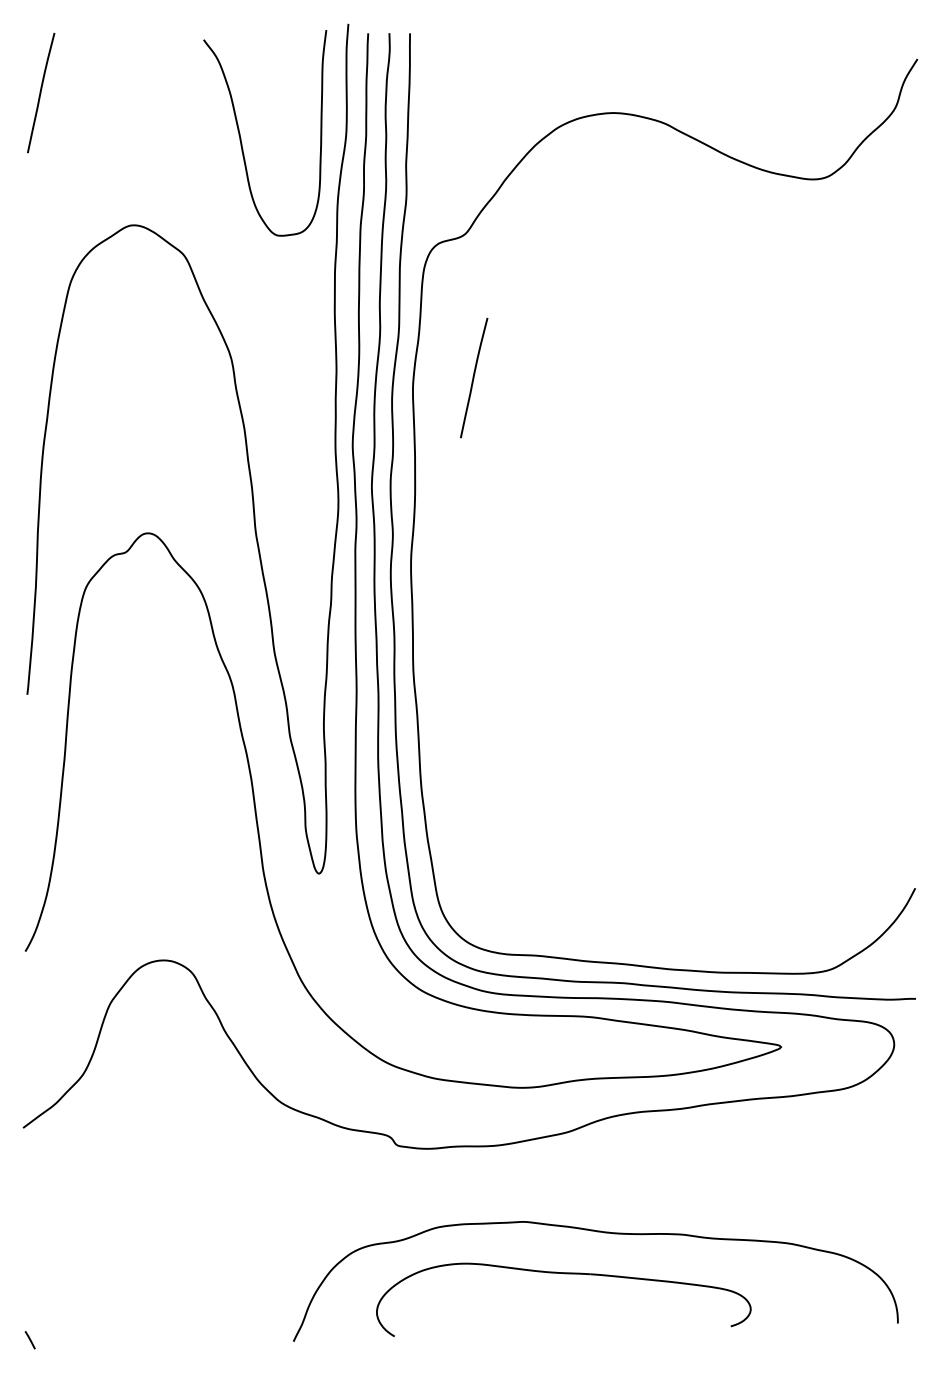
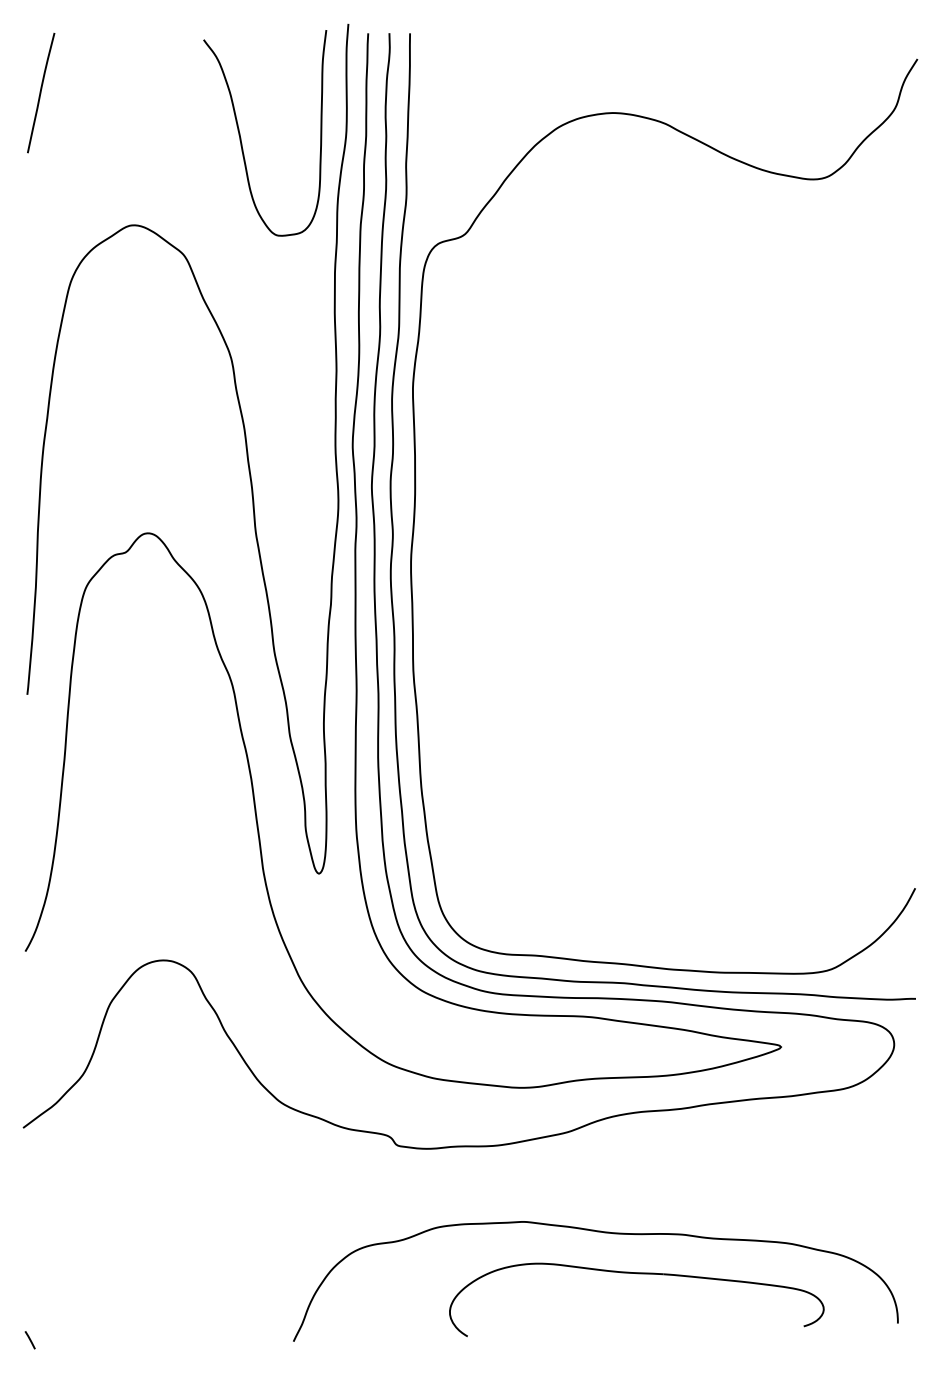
curve at (474, 378): present -> none
part at (564, 1274) position: (564, 1274) -> (637, 1274)
